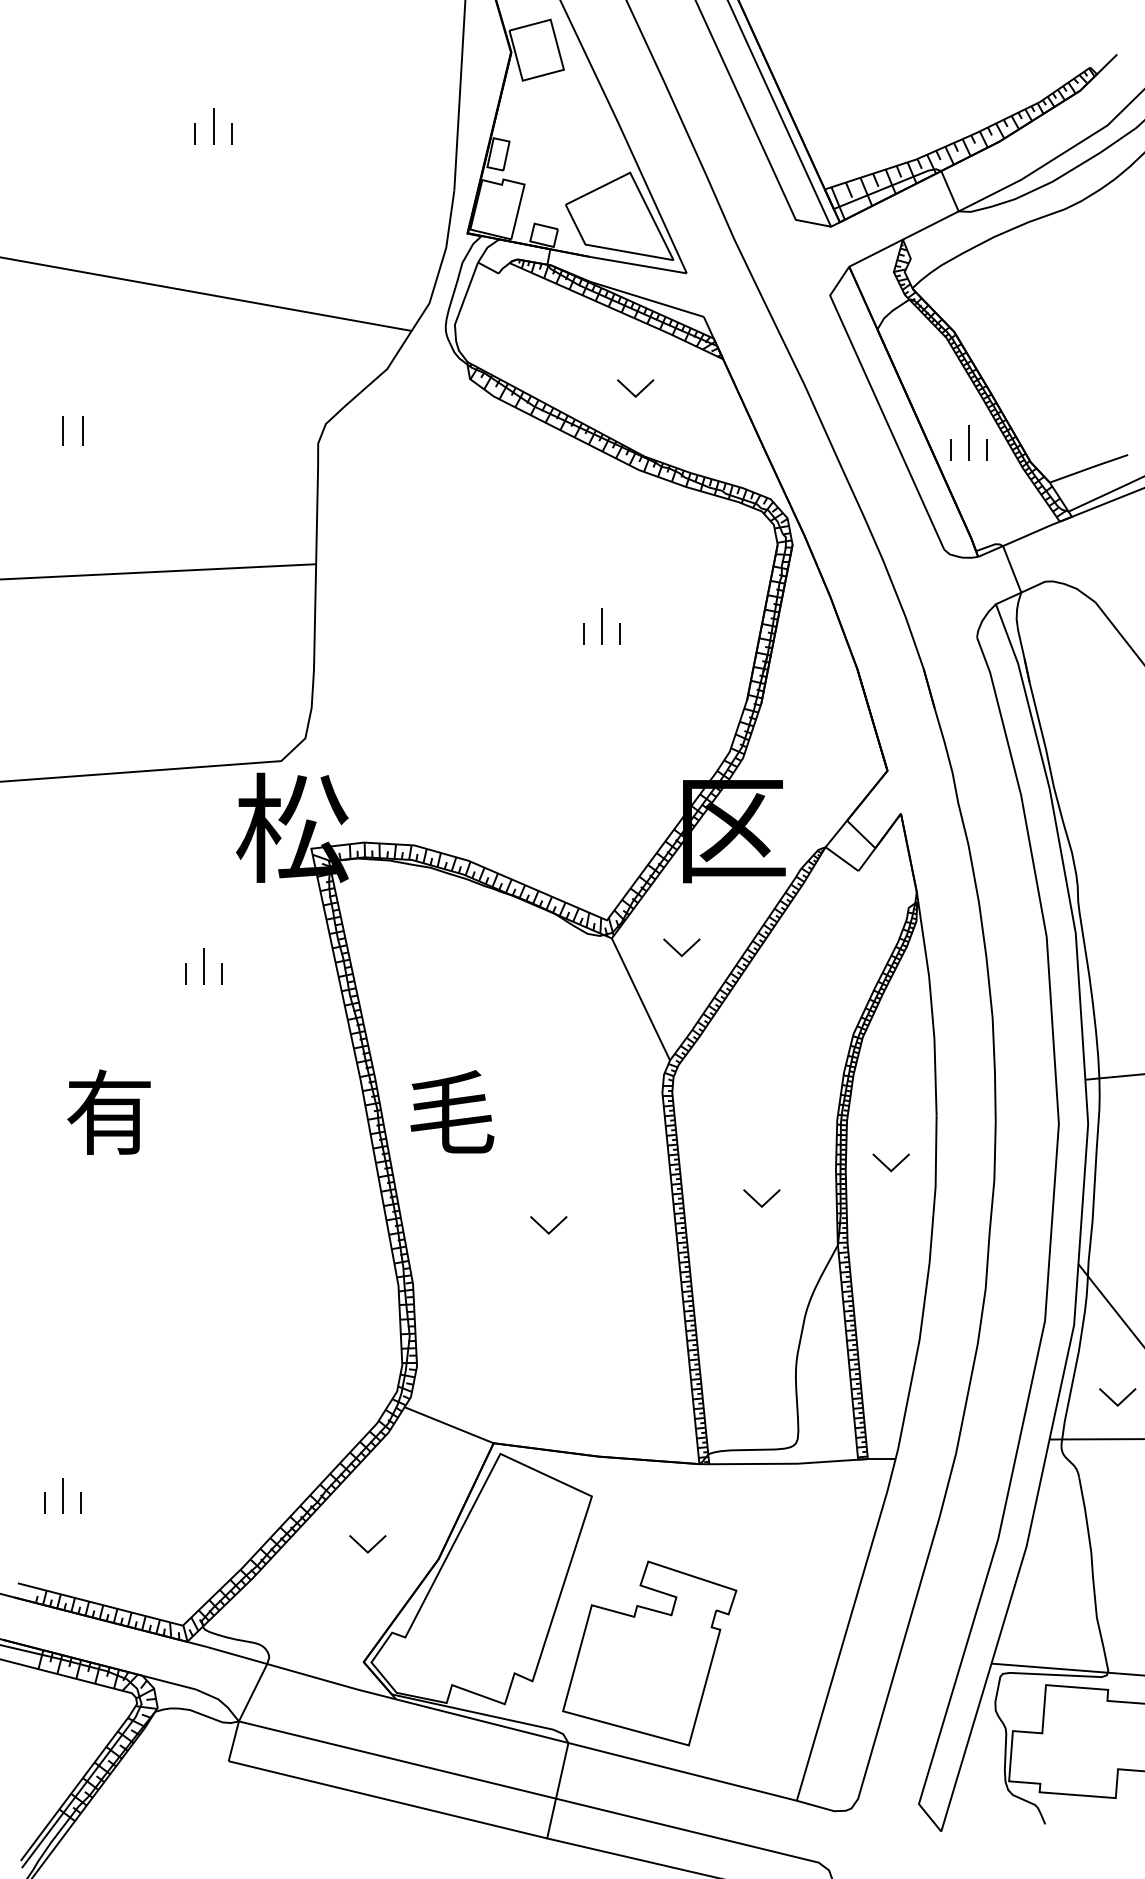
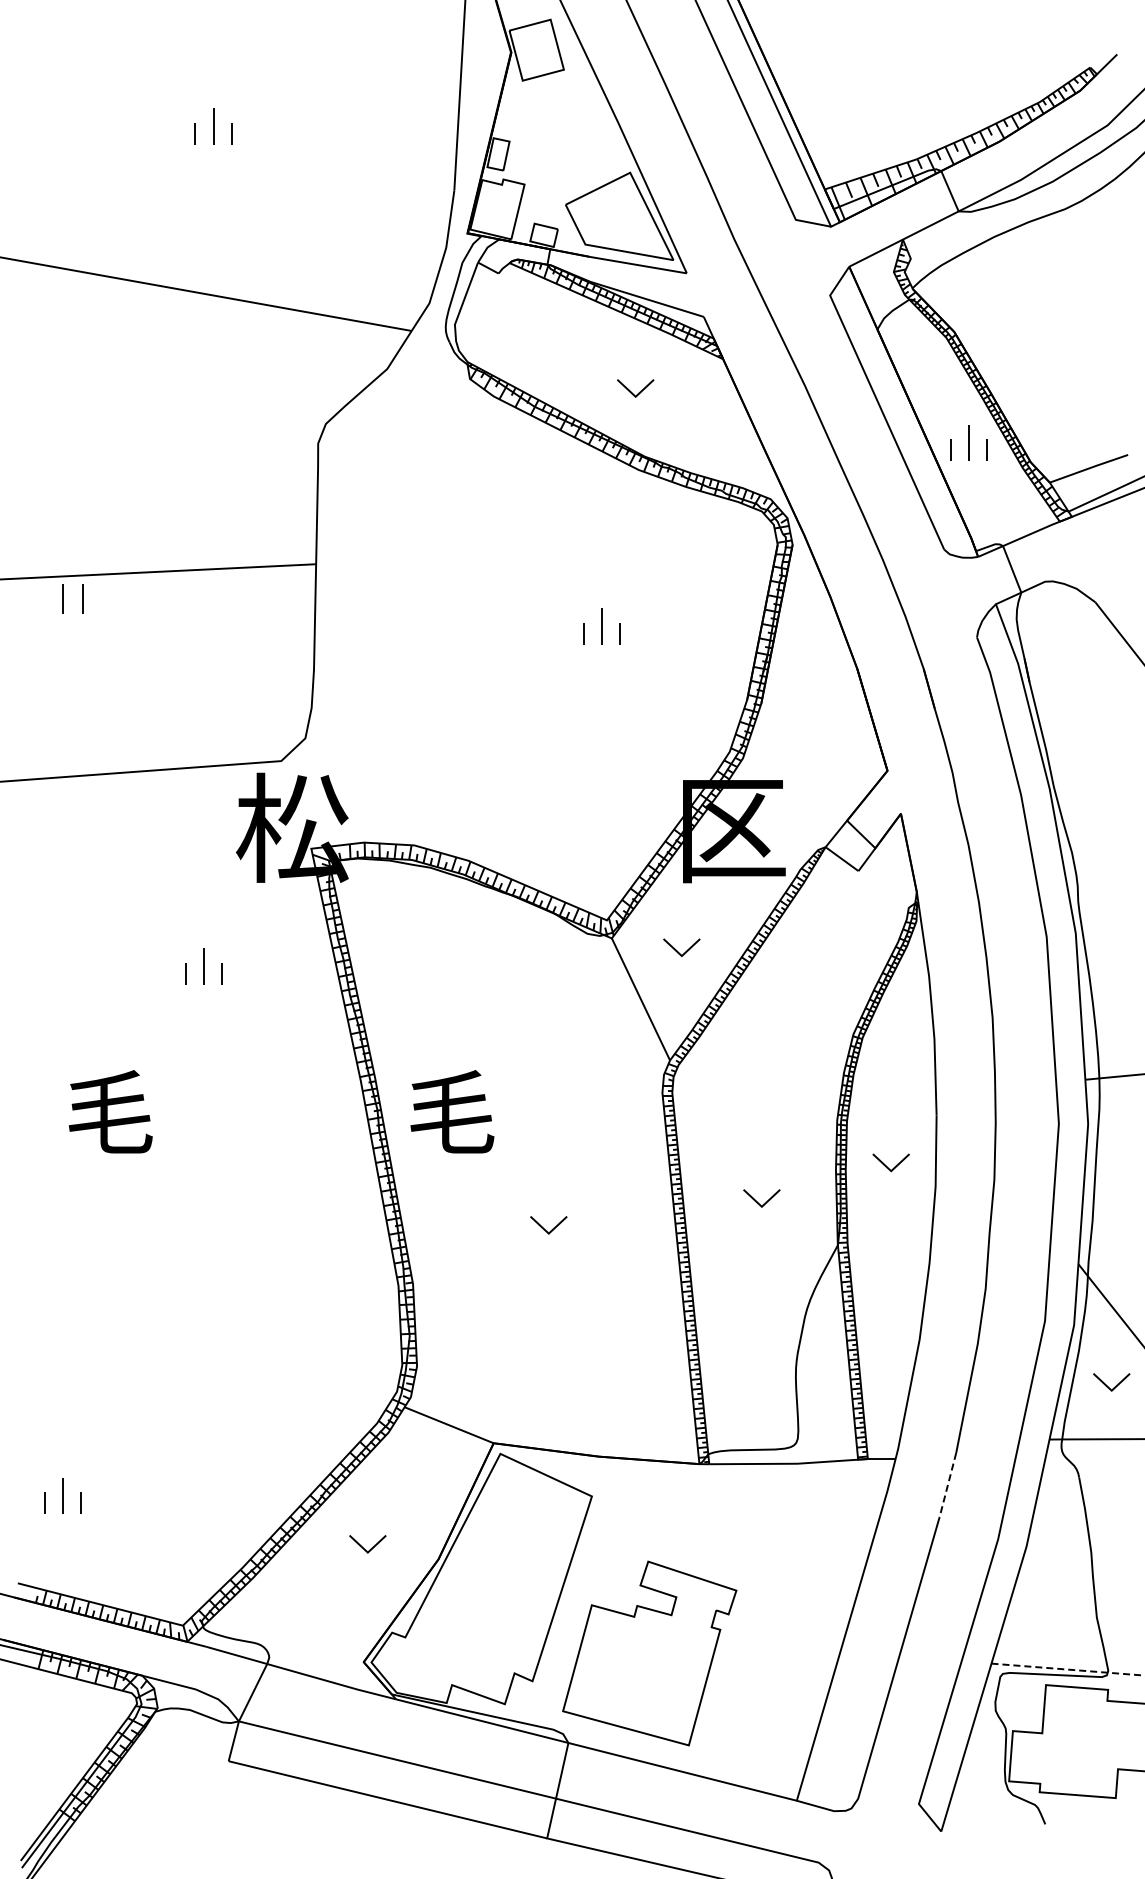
part at (63, 430) position: (63, 430) -> (63, 598)
text at (109, 1111): 有 -> 毛
part at (1117, 1397) position: (1117, 1397) -> (1111, 1382)
line at (947, 1485): solid -> dashed
line at (1068, 1669): solid -> dashed
